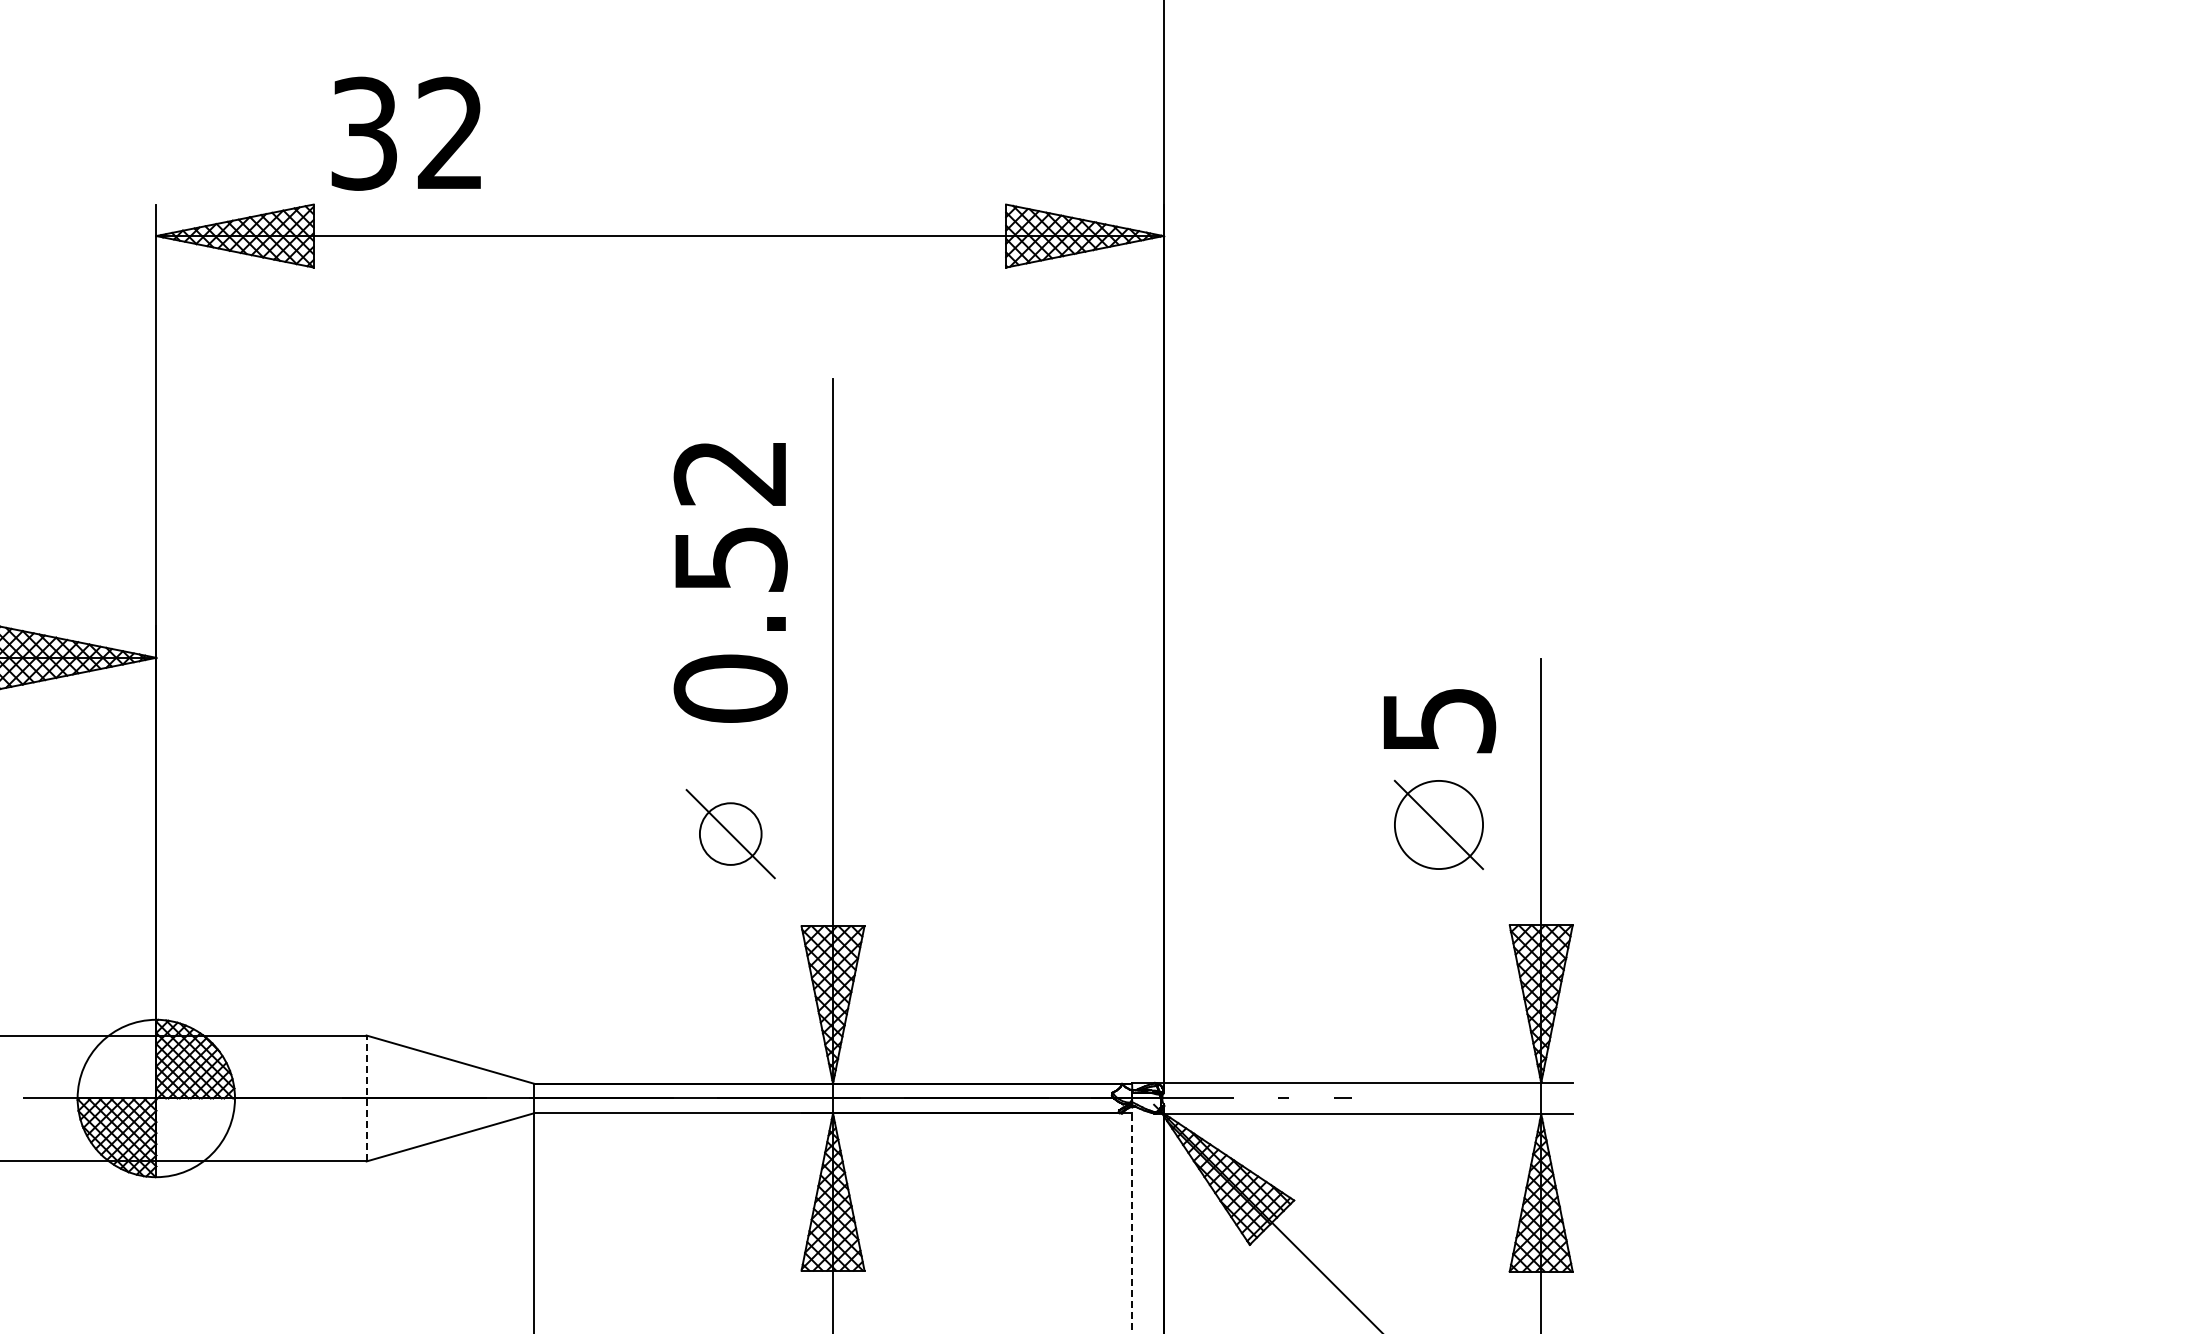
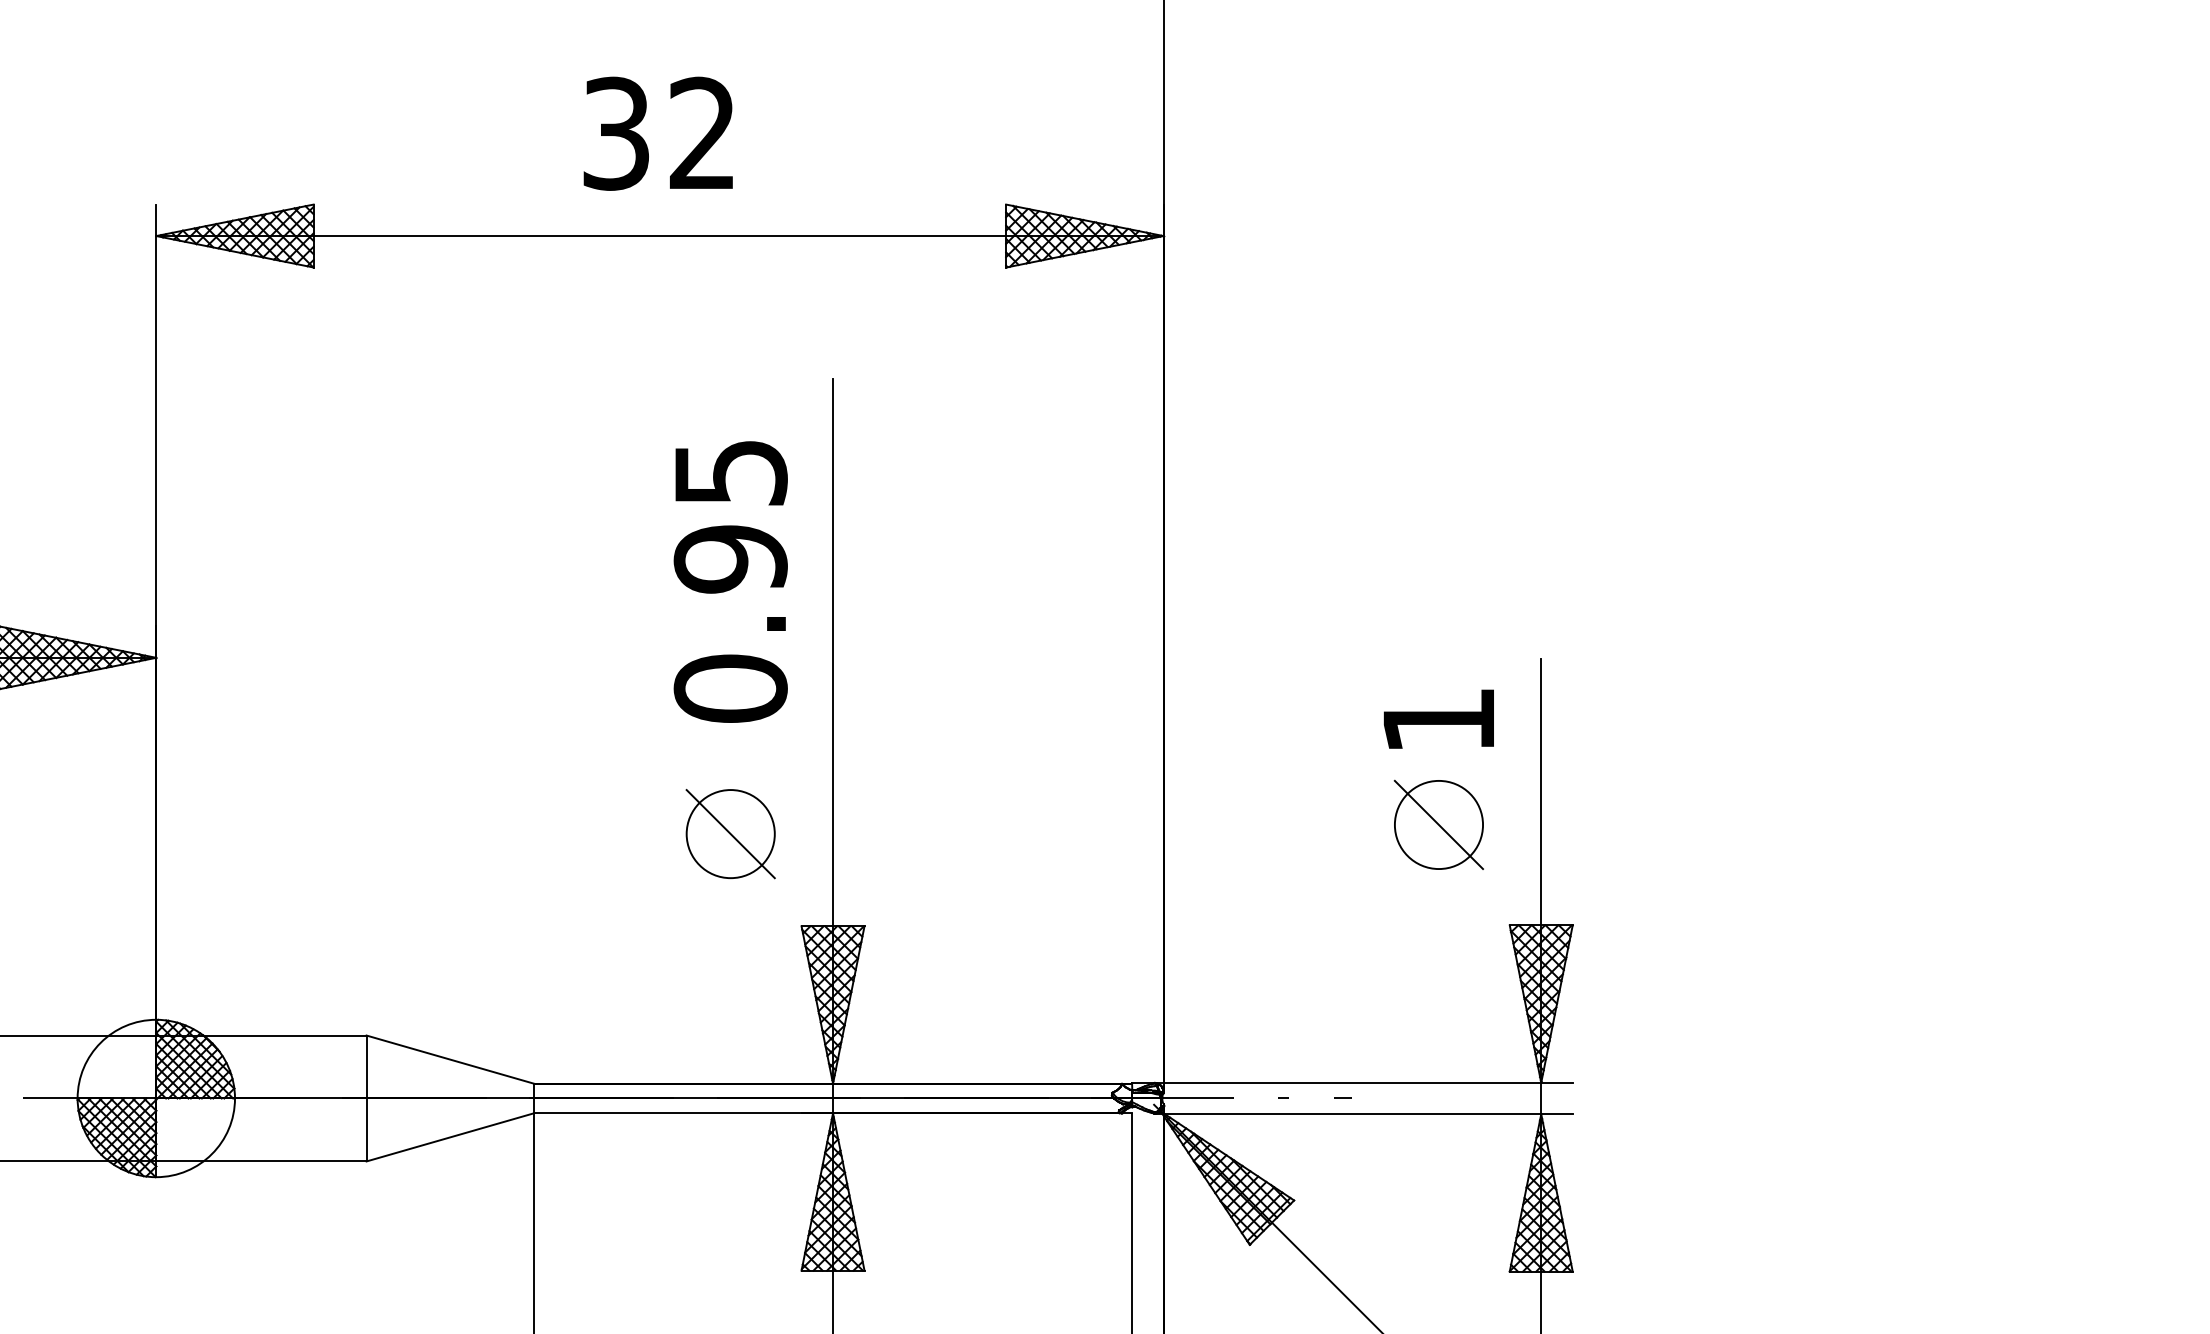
text at (405, 133) position: (405, 133) -> (657, 133)
text at (730, 517): 0.52 -> 0.95
text at (1439, 721): 5 -> 1
circle at (730, 833) diameter: 62 px -> 88 px
line at (366, 1098): dashed -> solid
line at (1132, 1224): dashed -> solid
